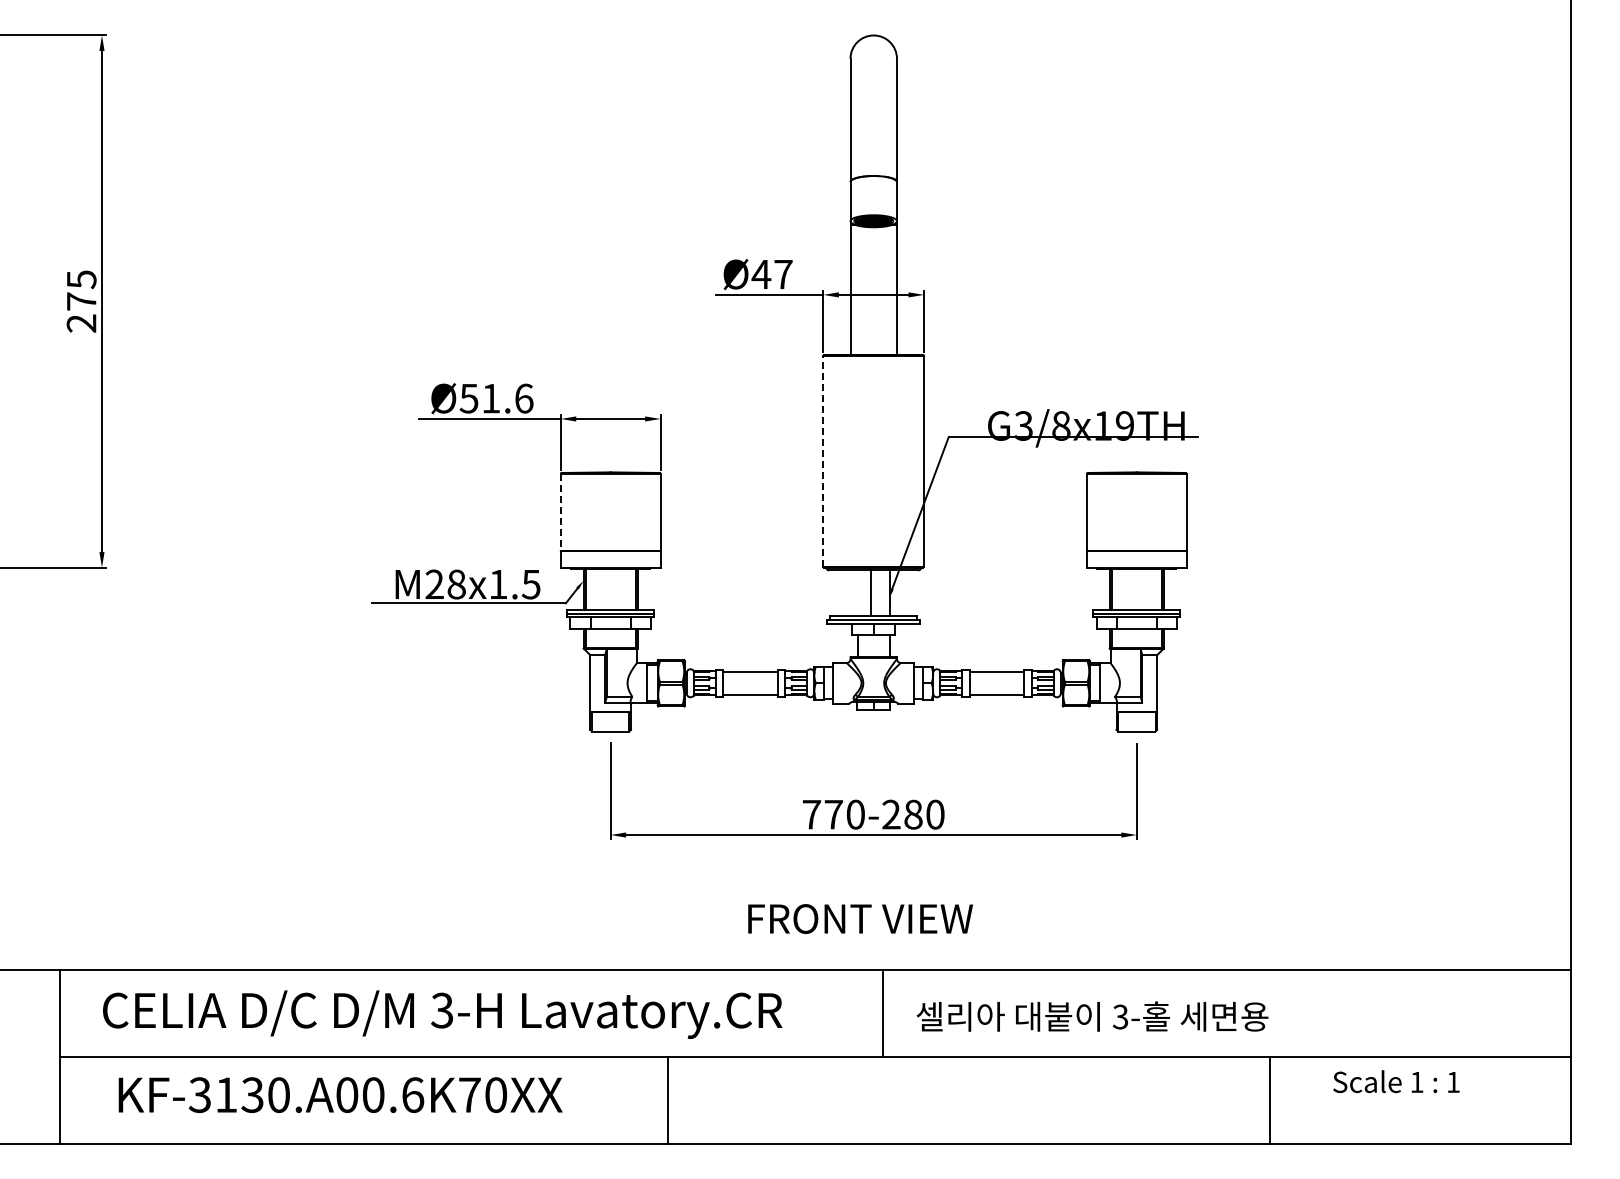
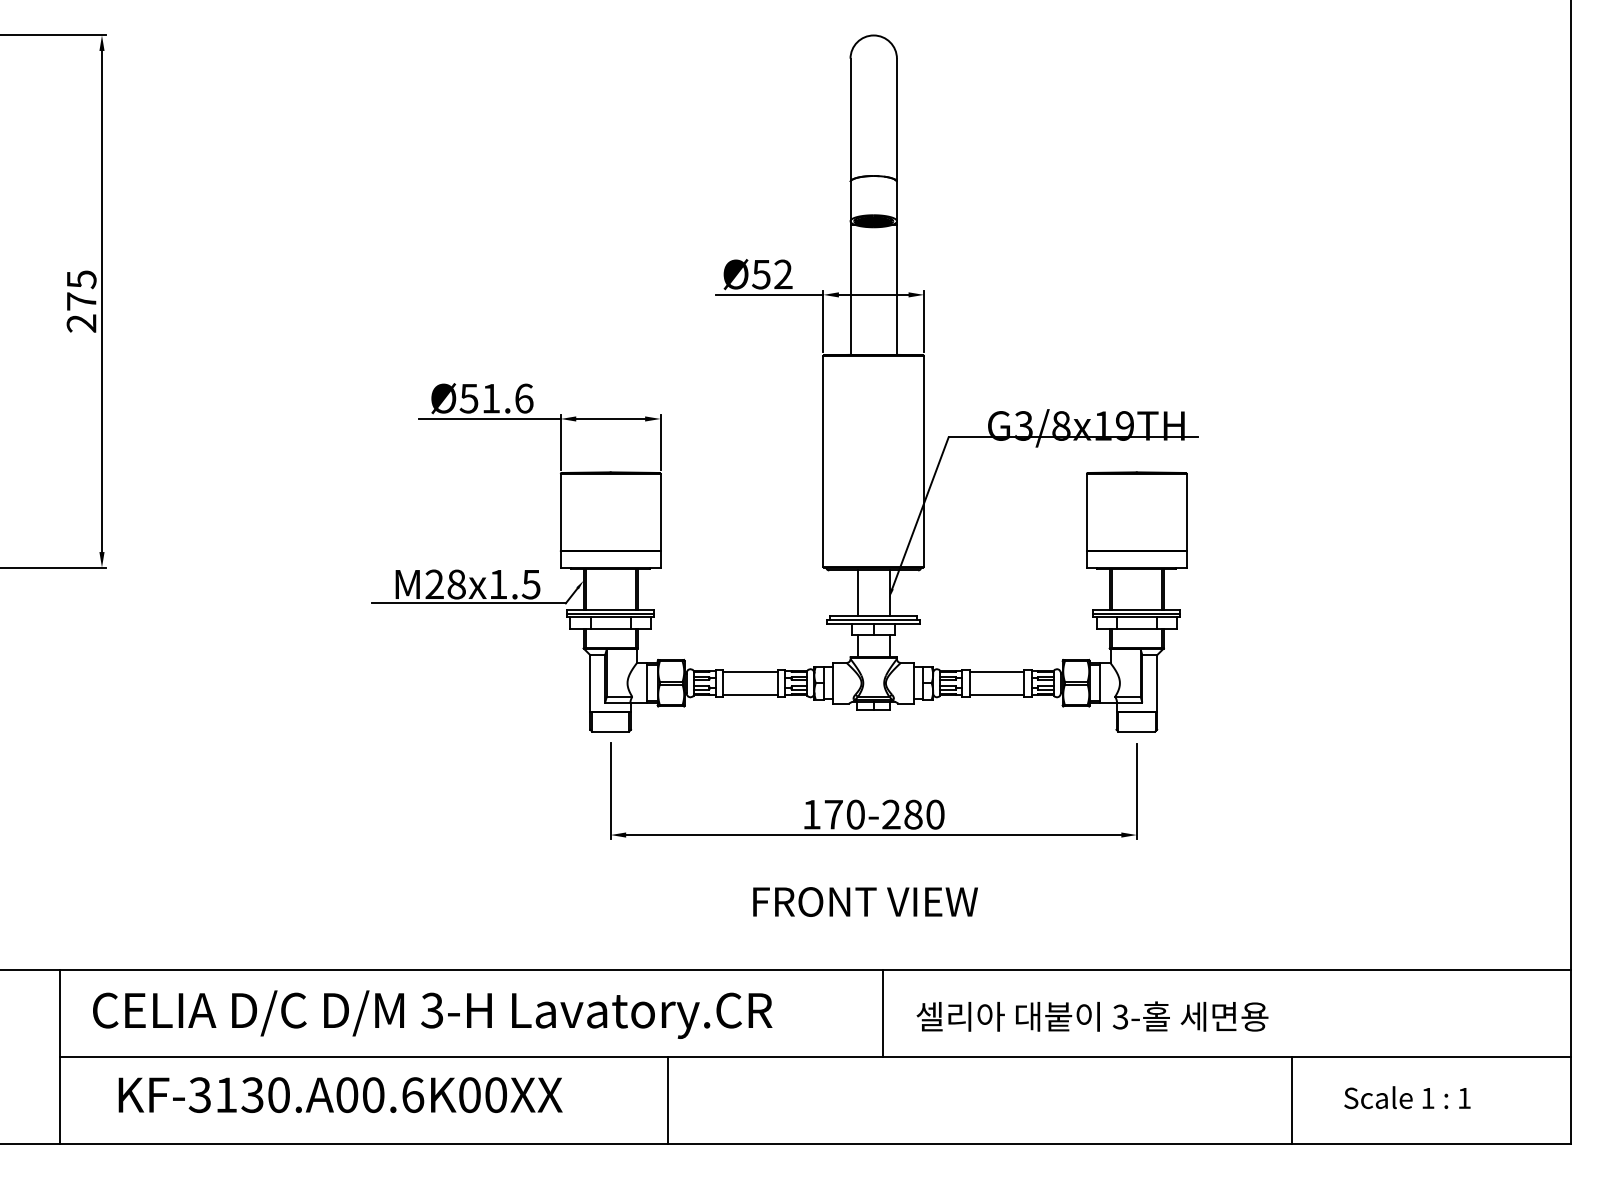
text at (771, 274): Ø47 -> Ø52
line at (823, 460): dashed -> solid
line at (560, 512): dashed -> solid
line at (870, 592) position: (870, 592) -> (857, 592)
text at (811, 814): 770-280 -> 170-280
text at (860, 918) position: (860, 918) -> (865, 901)
text at (442, 1014) position: (442, 1014) -> (432, 1014)
text at (1396, 1081) position: (1396, 1081) -> (1407, 1097)
text at (469, 1095): KF-3130.A00.6K70XX -> KF-3130.A00.6K00XX
line at (1269, 1099) position: (1269, 1099) -> (1291, 1099)
